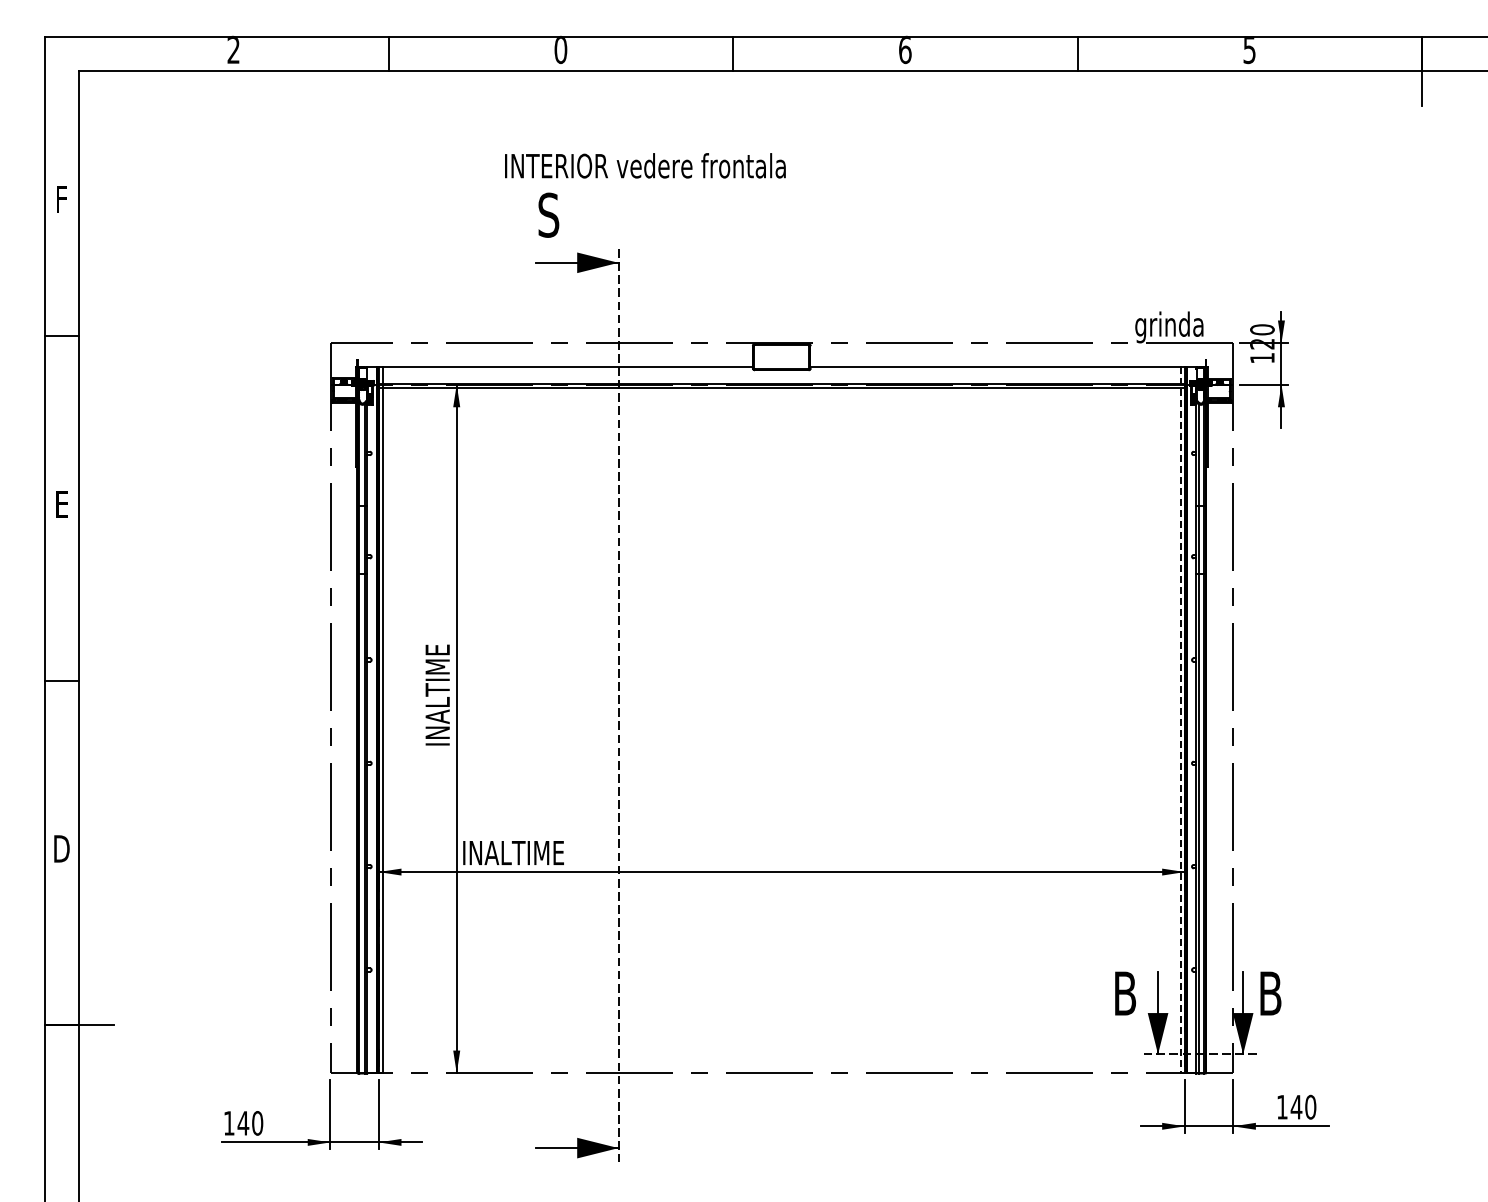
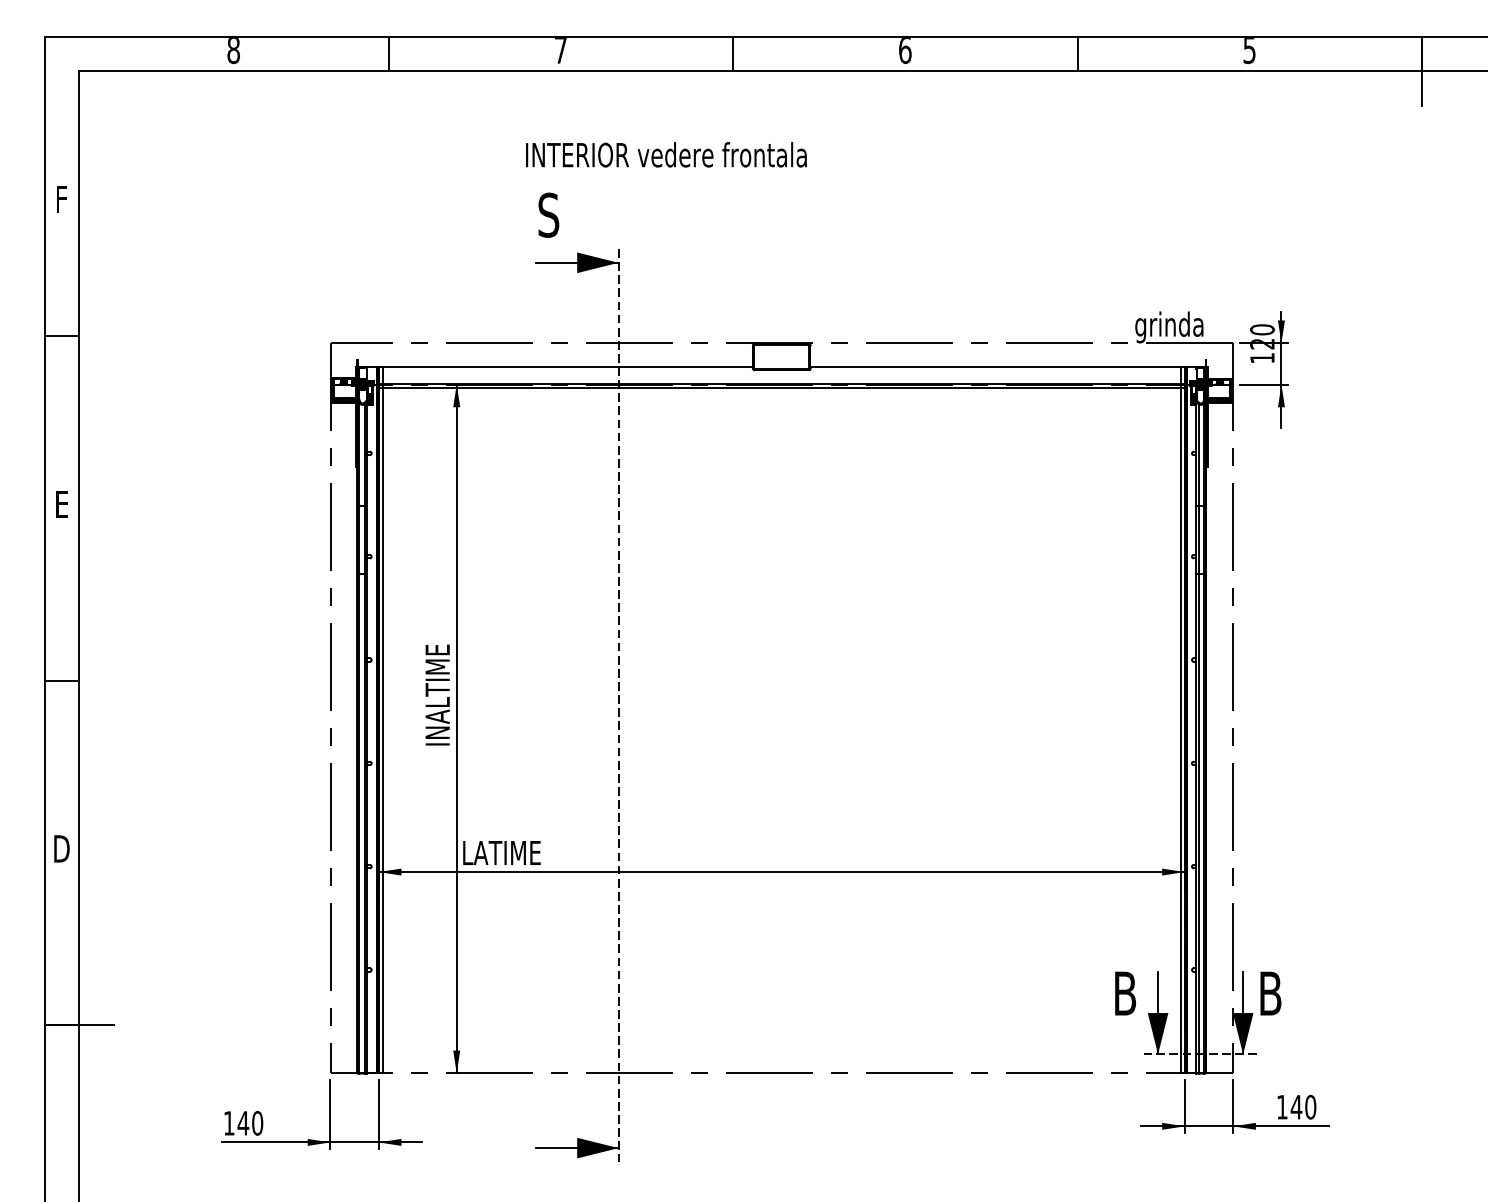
text at (233, 49): 2 -> 8
text at (560, 49): 0 -> 7
text at (645, 165) position: (645, 165) -> (666, 154)
line at (1180, 720): dashed -> solid
text at (514, 853): INALTIME -> LATIME
